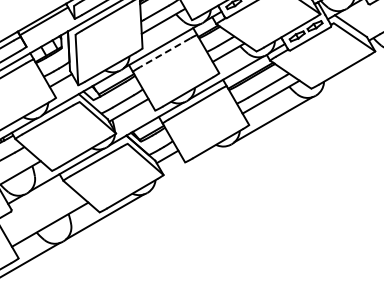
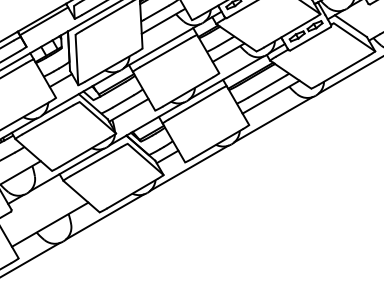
line at (165, 52): dashed -> solid
line at (349, 75): none -> present
line at (189, 167): none -> present
